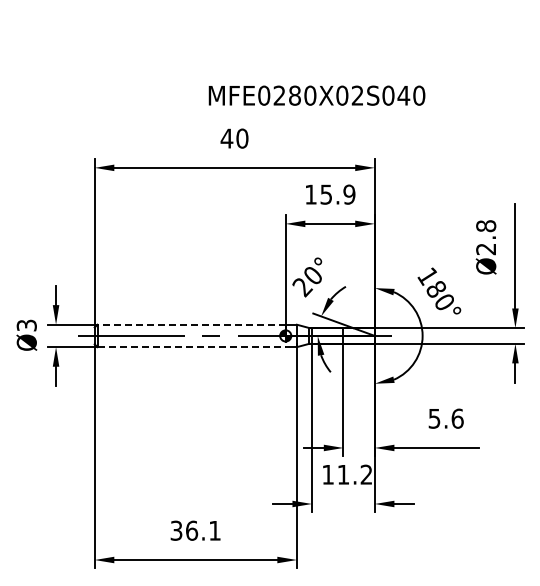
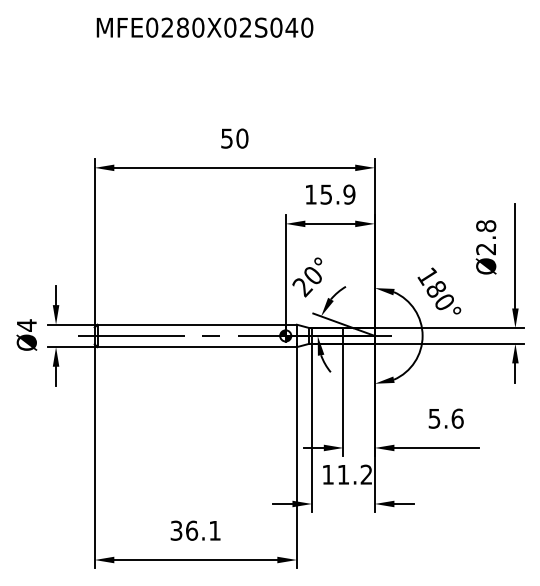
text at (316, 95) position: (316, 95) -> (204, 27)
text at (226, 138): 40 -> 50
line at (191, 324): dashed -> solid
text at (26, 325): Ø3 -> Ø4
line at (192, 347): dashed -> solid
